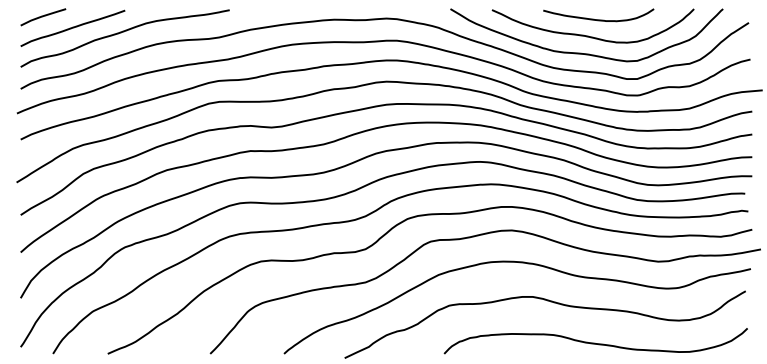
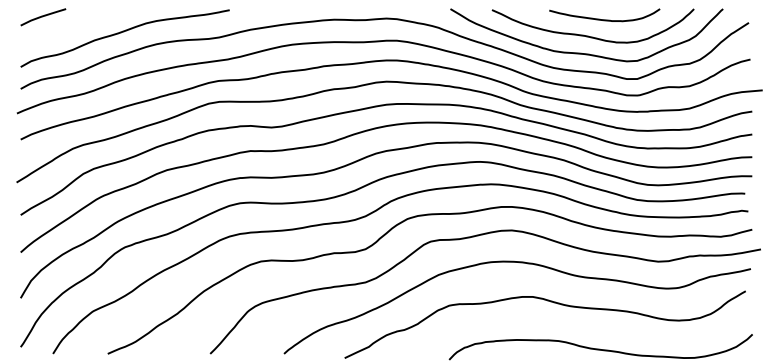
curve at (598, 19) position: (598, 19) -> (604, 19)
curve at (72, 27): present -> none
curve at (595, 342) position: (595, 342) -> (600, 348)
